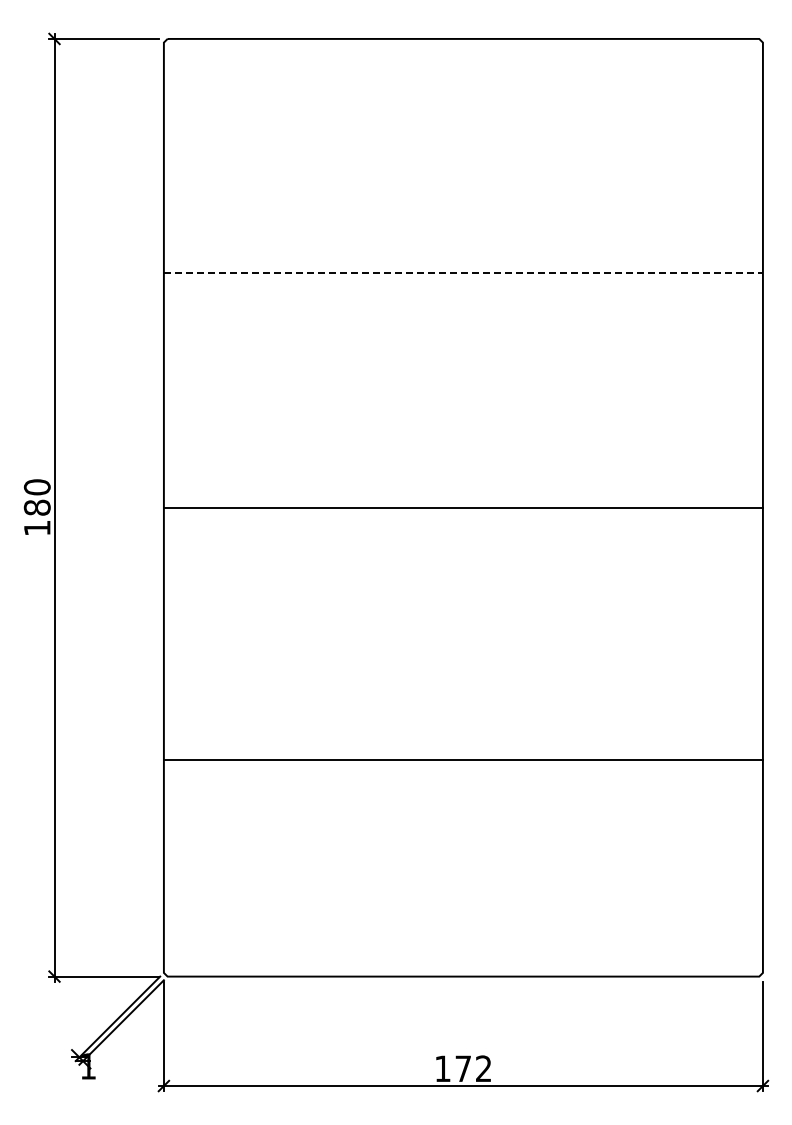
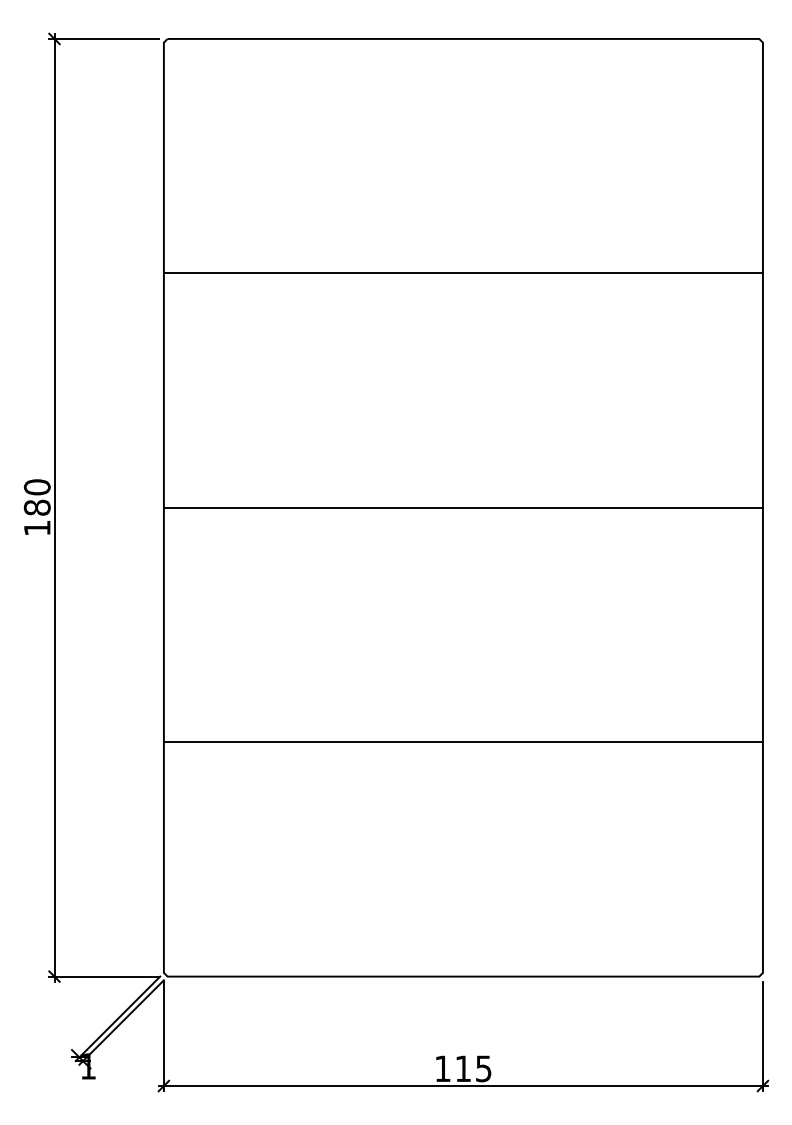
line at (463, 273): dashed -> solid
line at (462, 760) position: (462, 760) -> (462, 742)
text at (473, 1068): 172 -> 115
